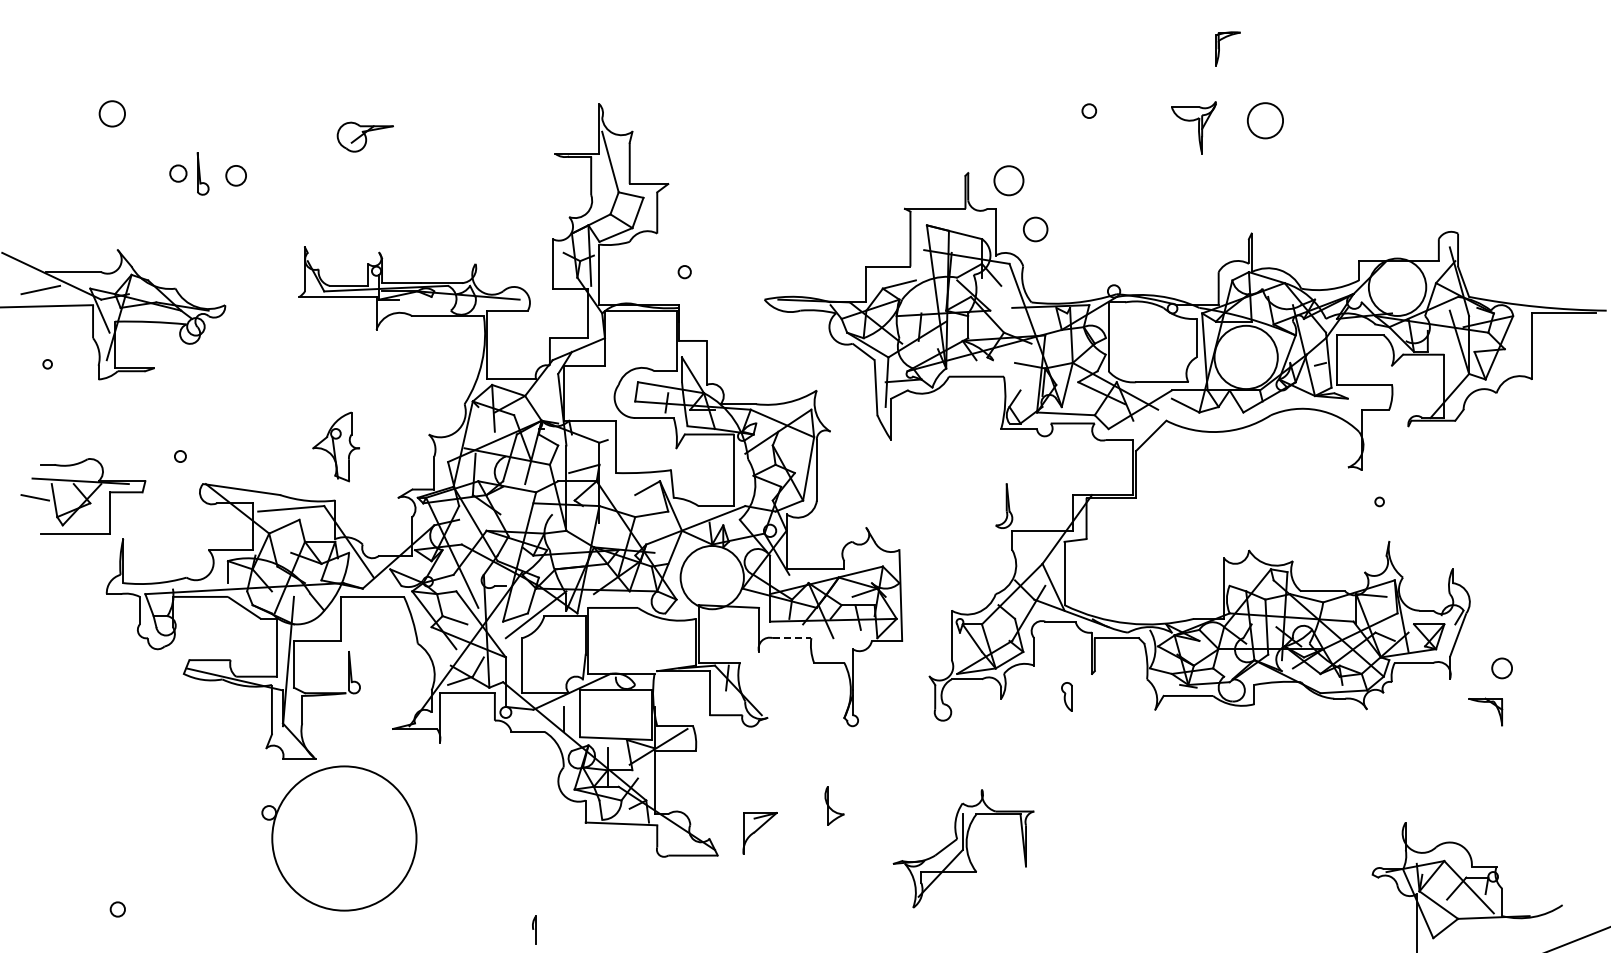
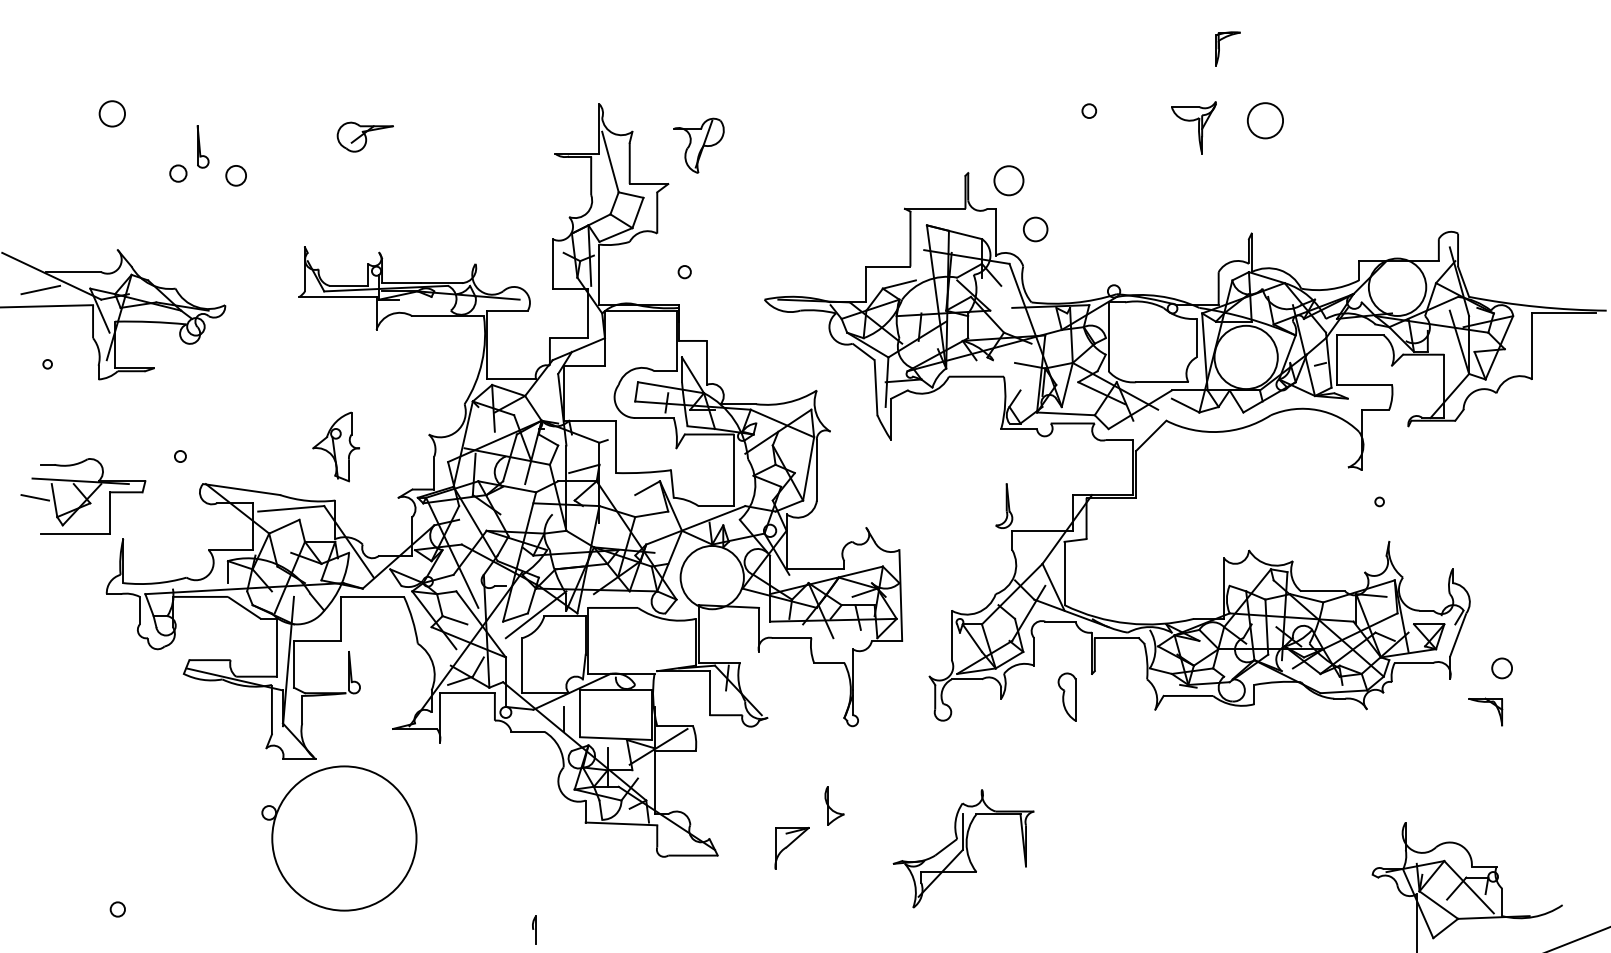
part at (698, 145): none -> present
part at (202, 173) position: (202, 173) -> (202, 146)
line at (792, 638): dashed -> solid
part at (1066, 696) size: 12x30 px -> 20x50 px
part at (759, 833) position: (759, 833) -> (791, 848)
